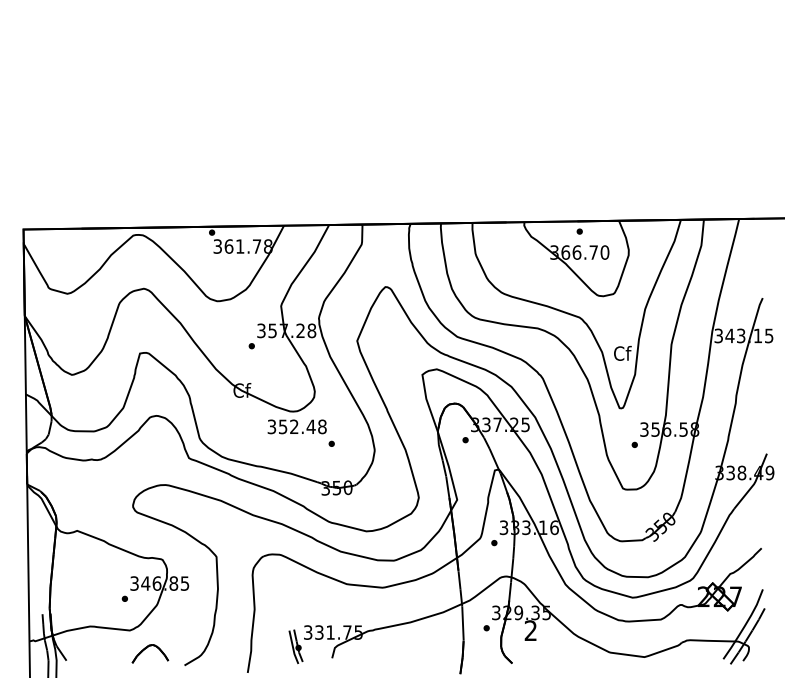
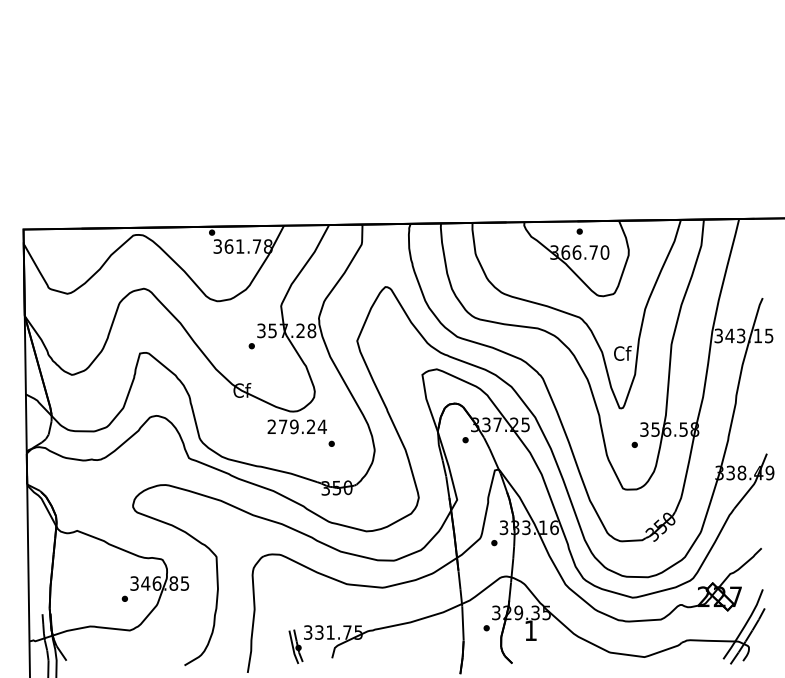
text at (296, 426): 352.48 -> 279.24
text at (530, 630): 2 -> 1
part at (150, 653): present -> none
